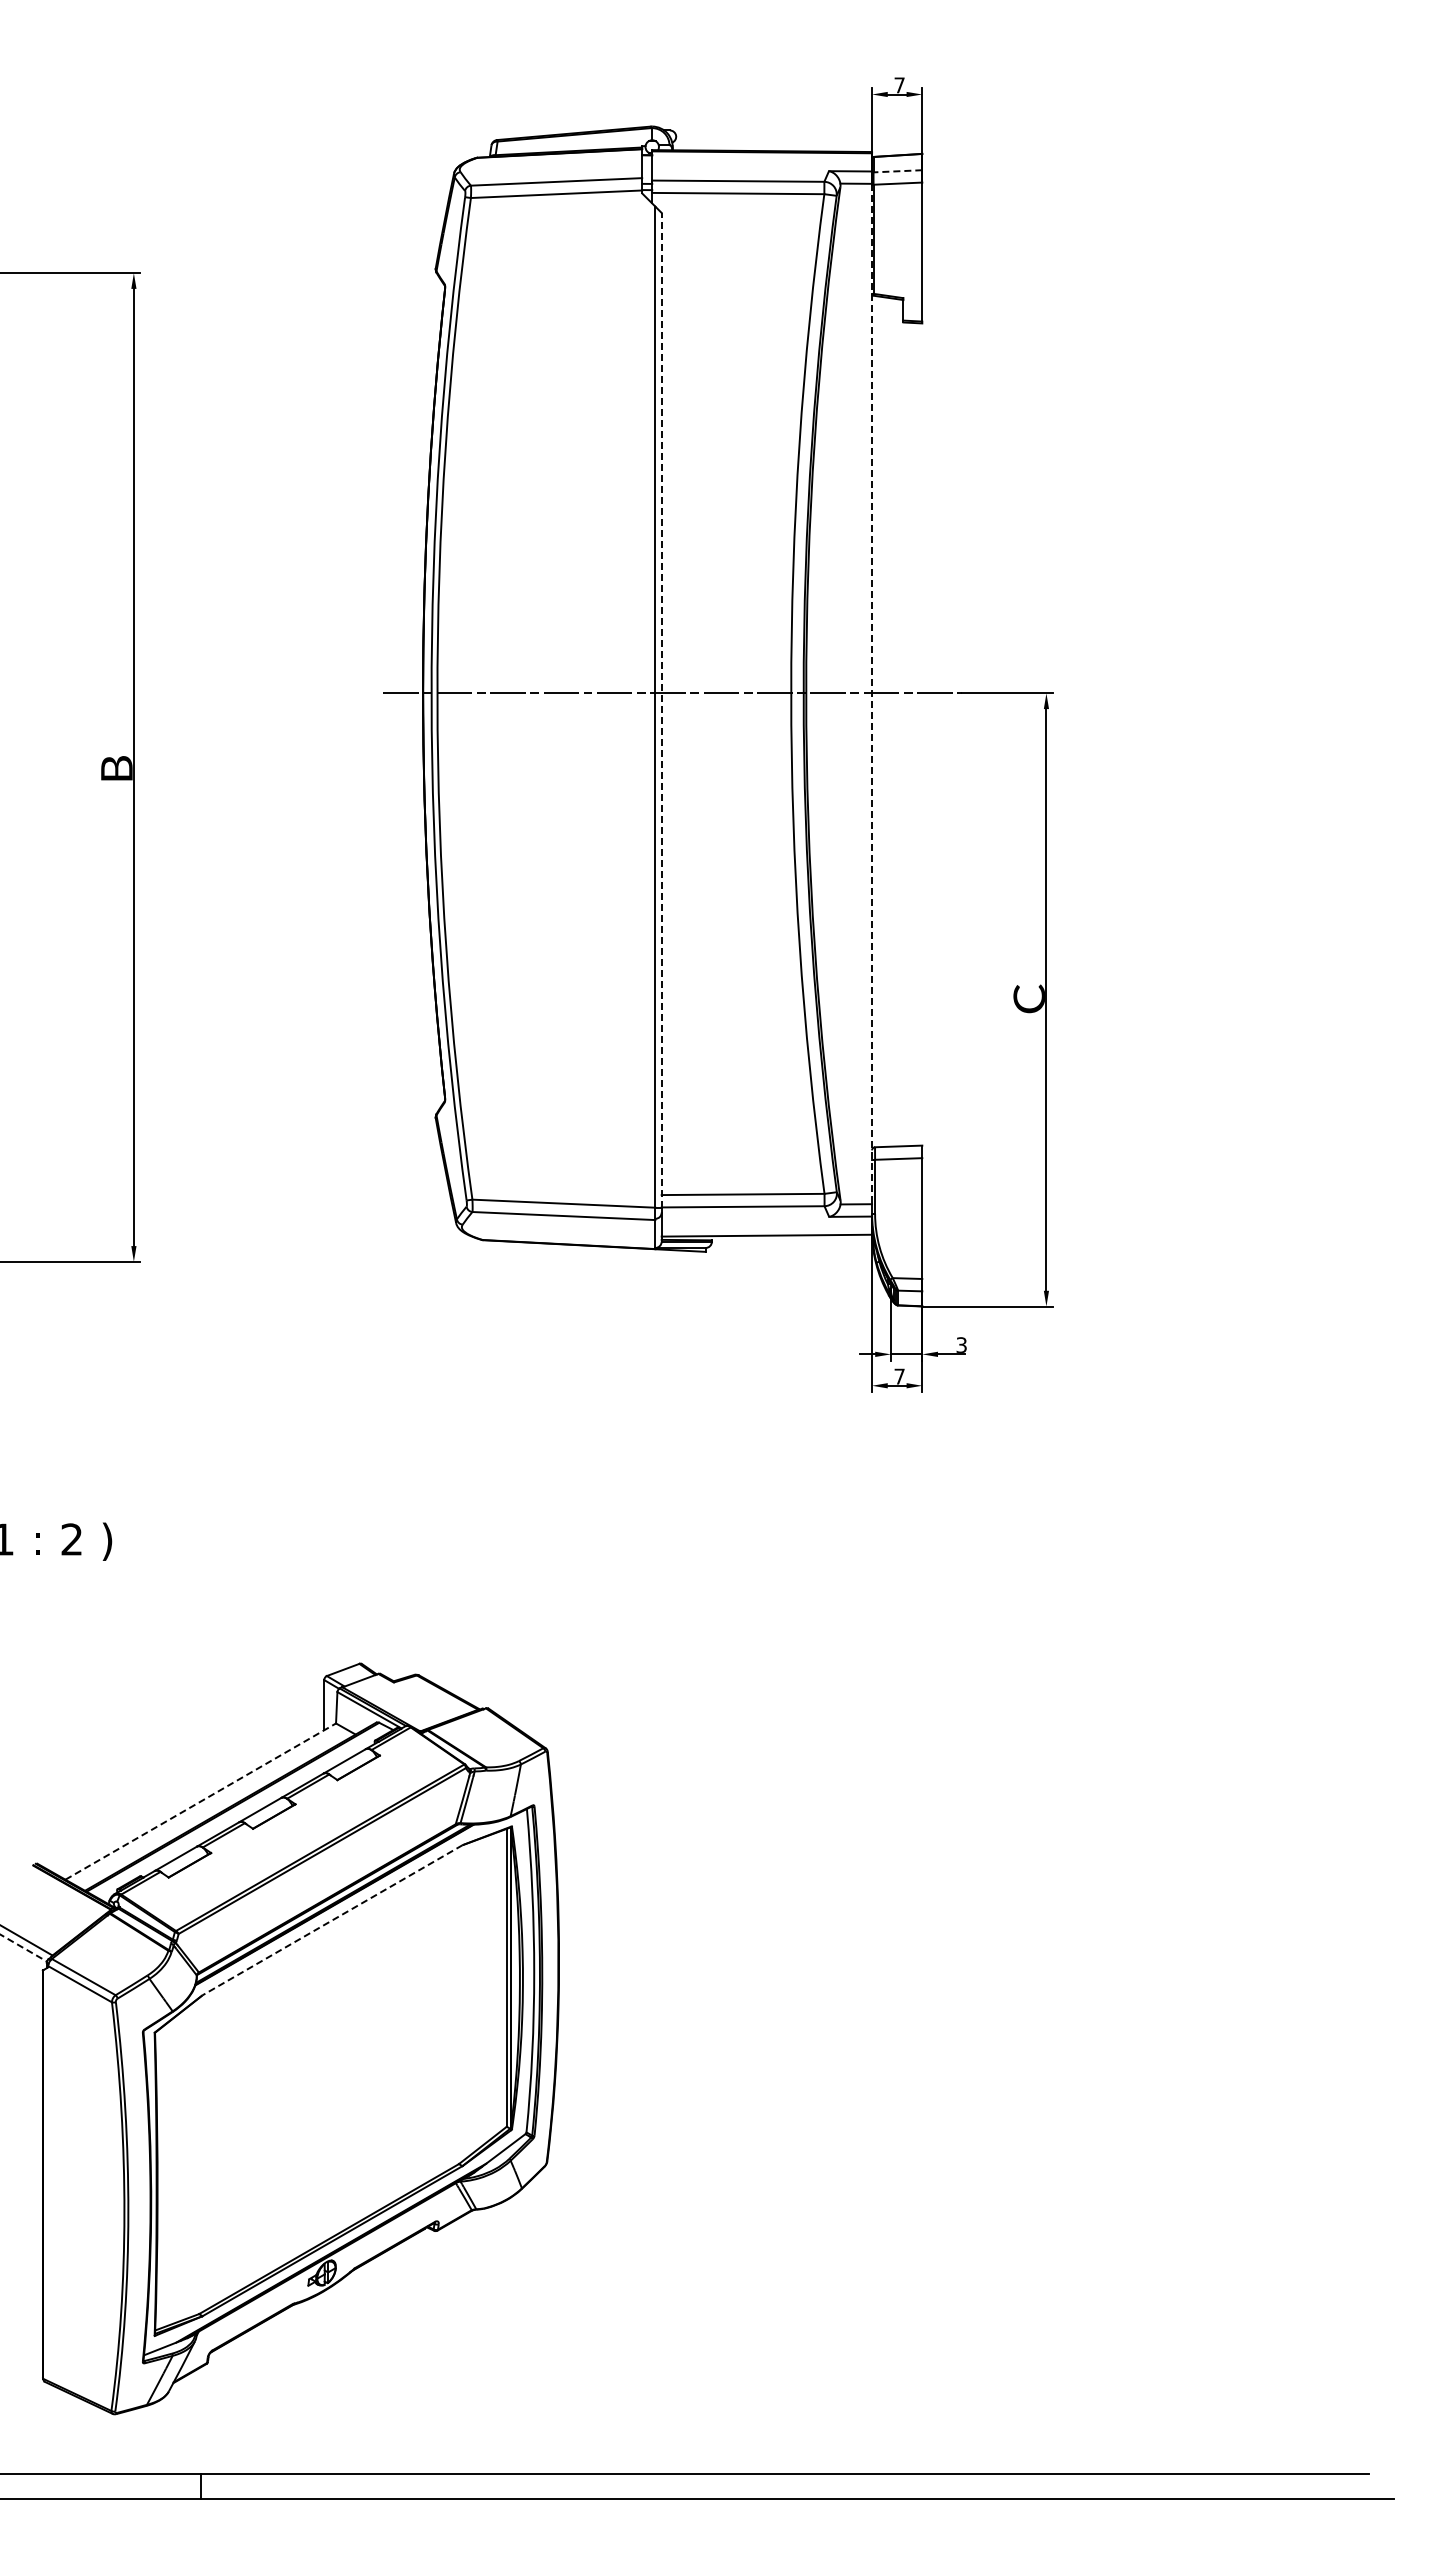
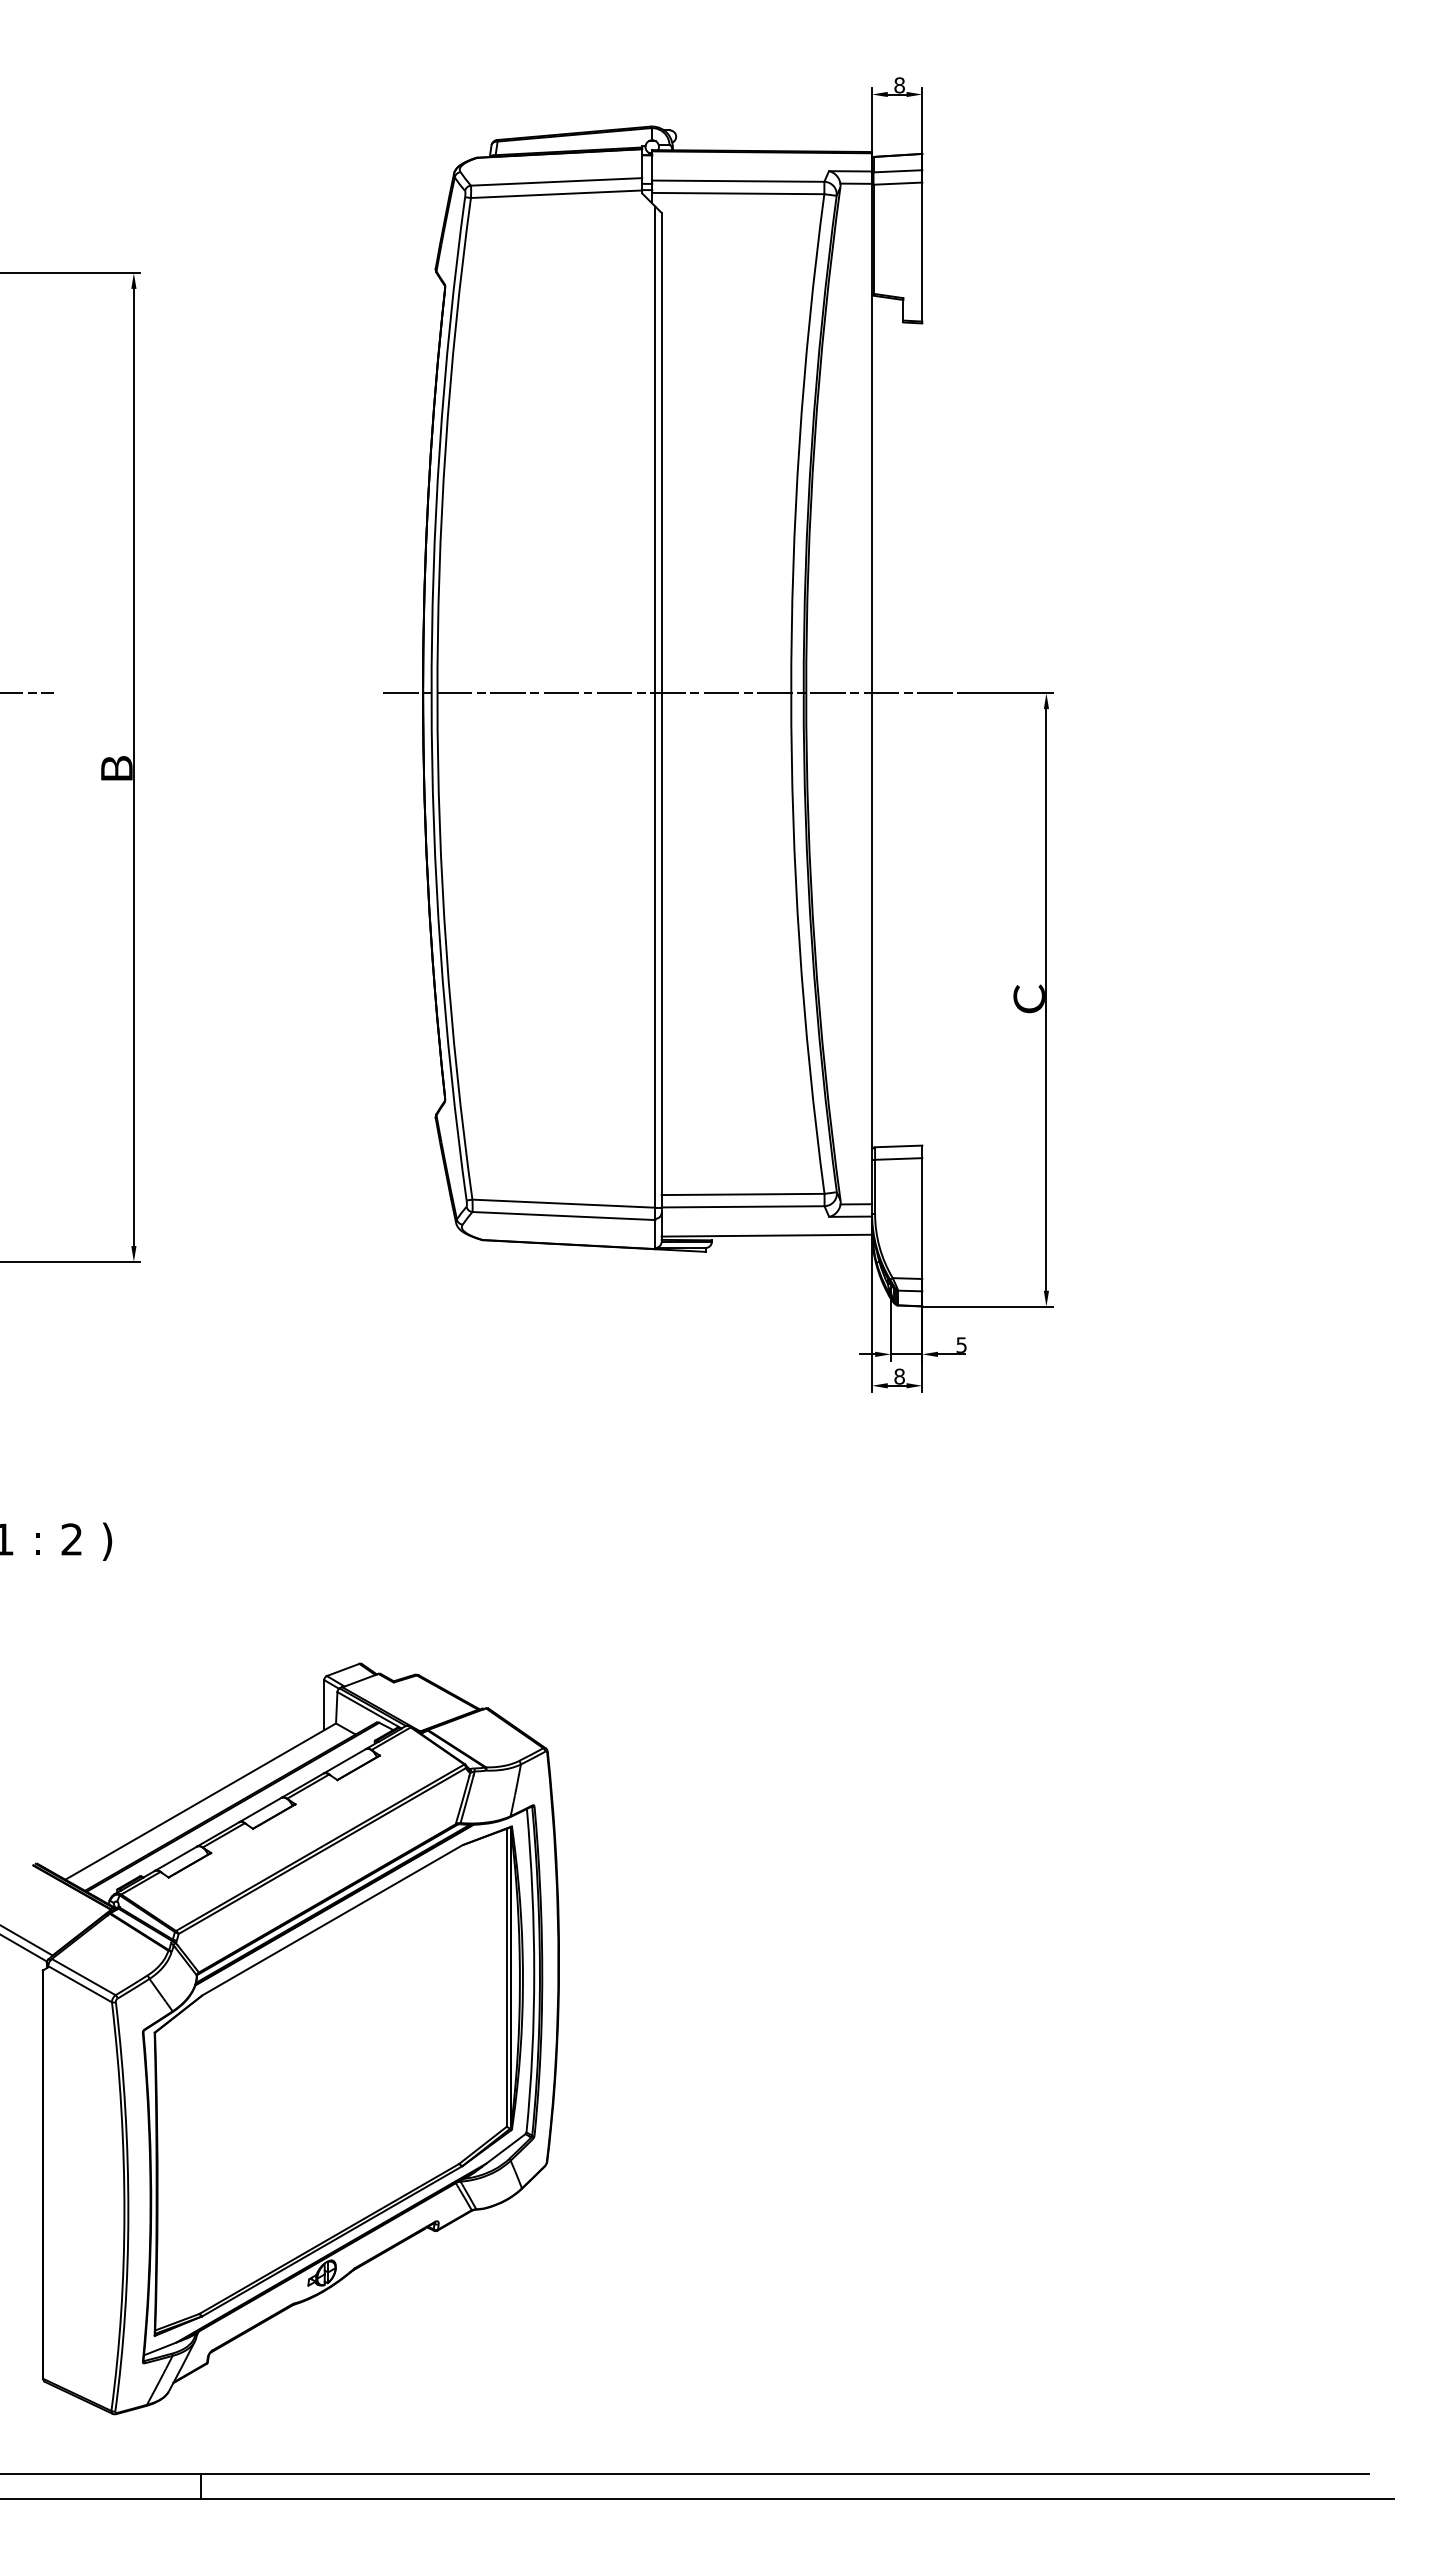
text at (899, 85): 7 -> 8
line at (897, 171): dashed -> solid
line at (27, 693): none -> present
line at (872, 694): dashed -> solid
line at (661, 709): dashed -> solid
text at (961, 1344): 3 -> 5
text at (899, 1376): 7 -> 8
line at (201, 1801): dashed -> solid
line at (332, 1920): dashed -> solid
line at (23, 1948): dashed -> solid
